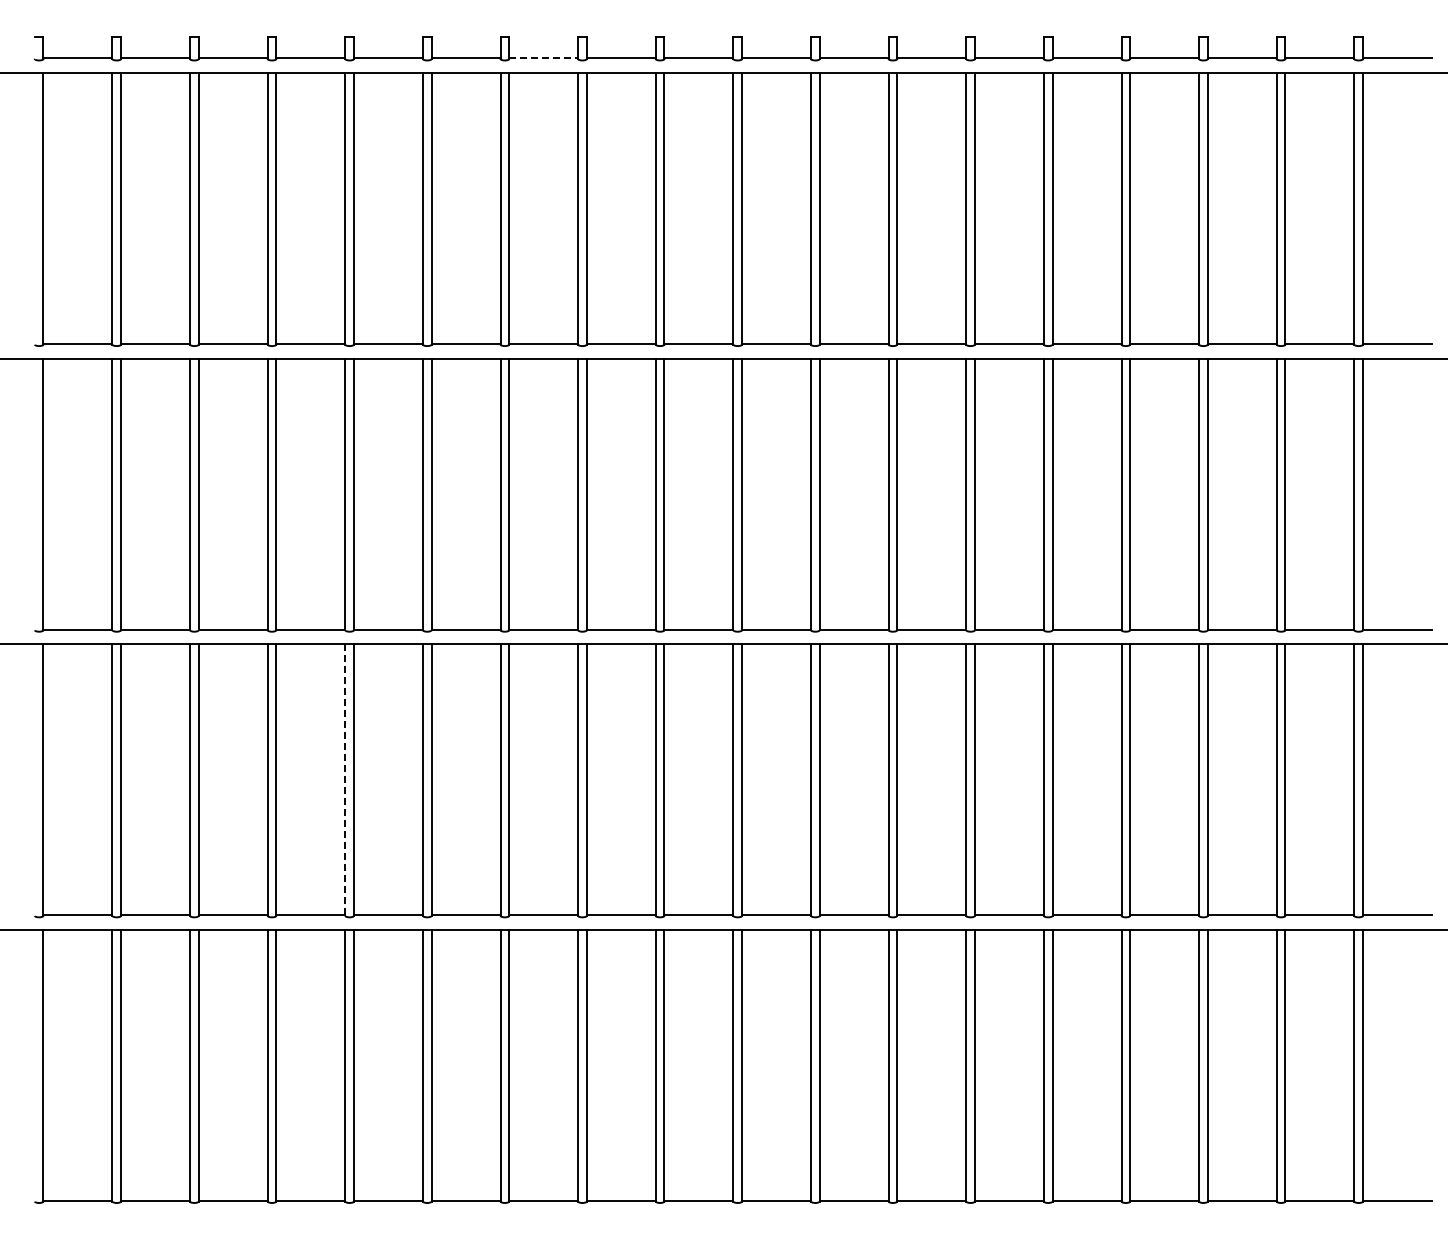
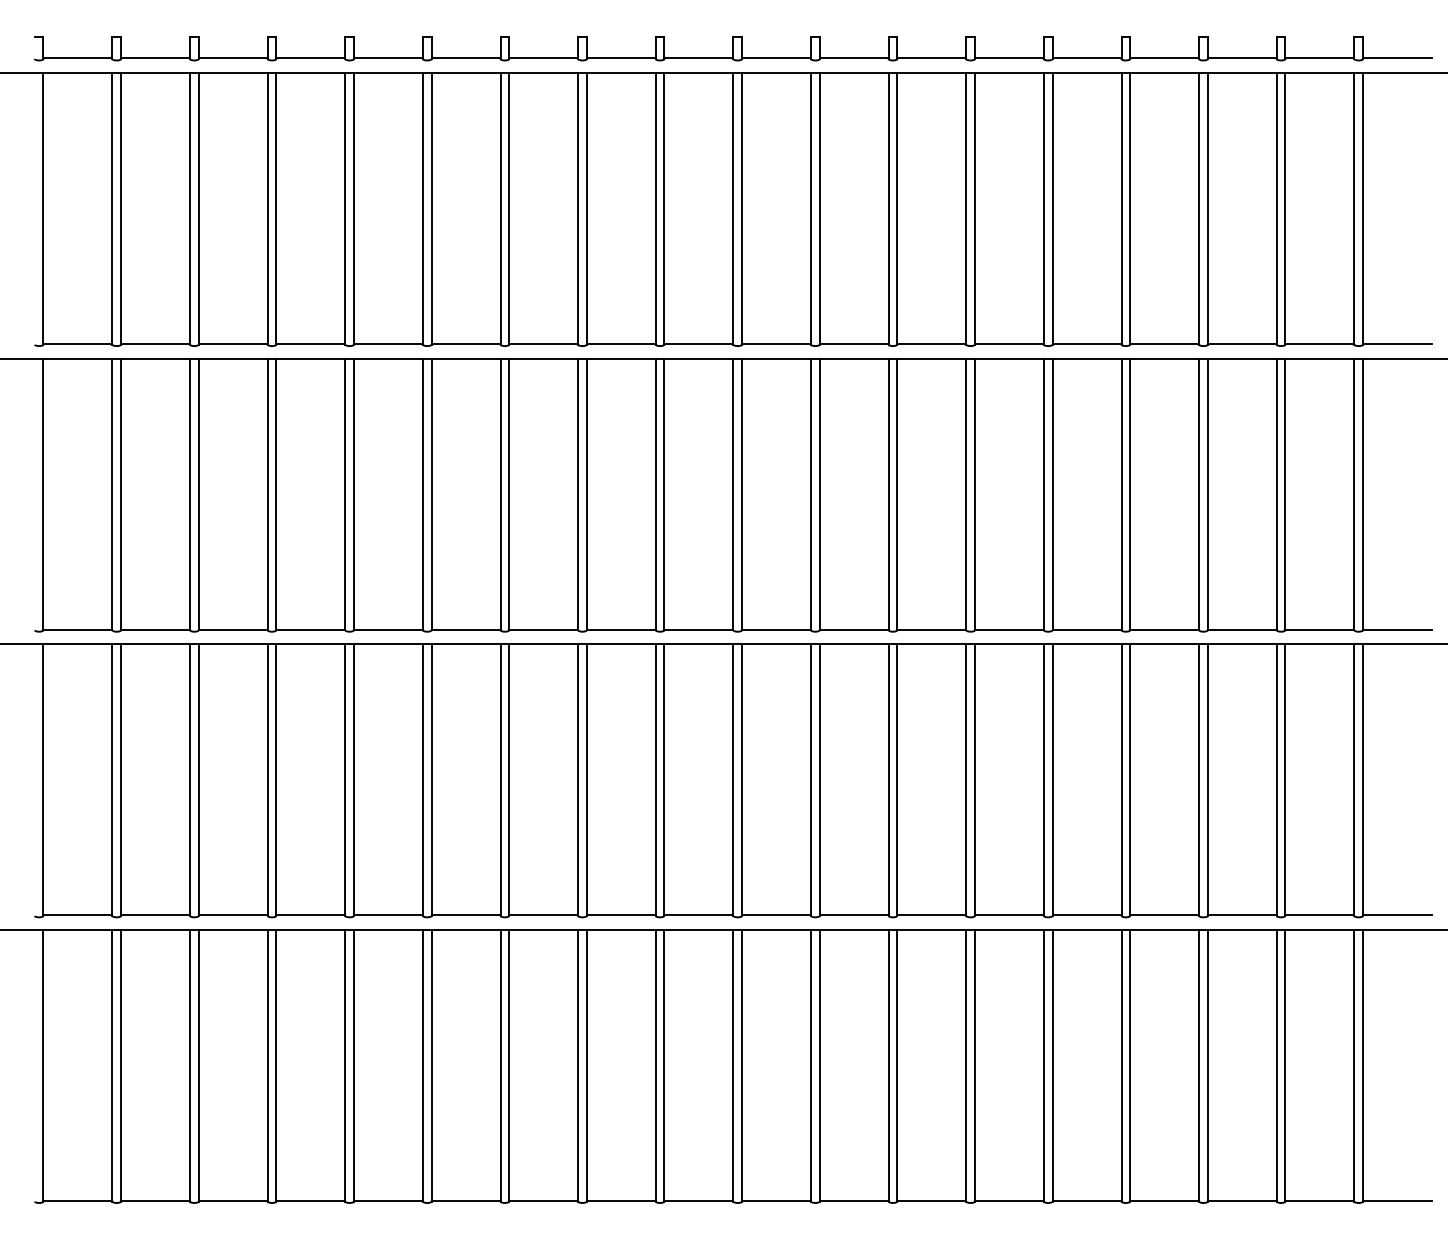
line at (543, 58): dashed -> solid
line at (345, 780): dashed -> solid
